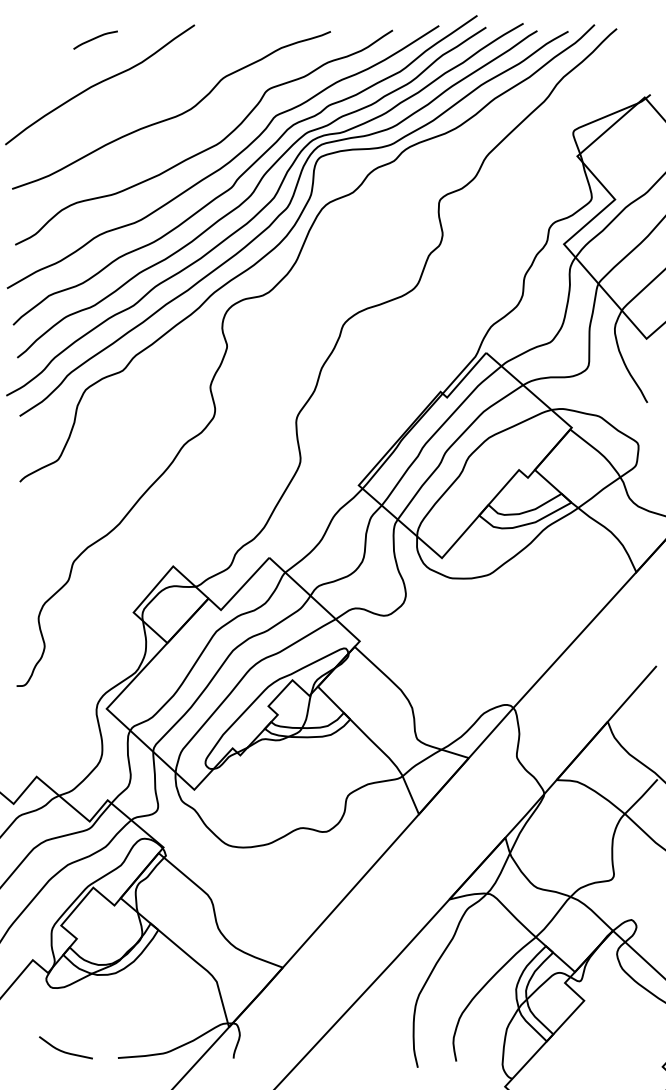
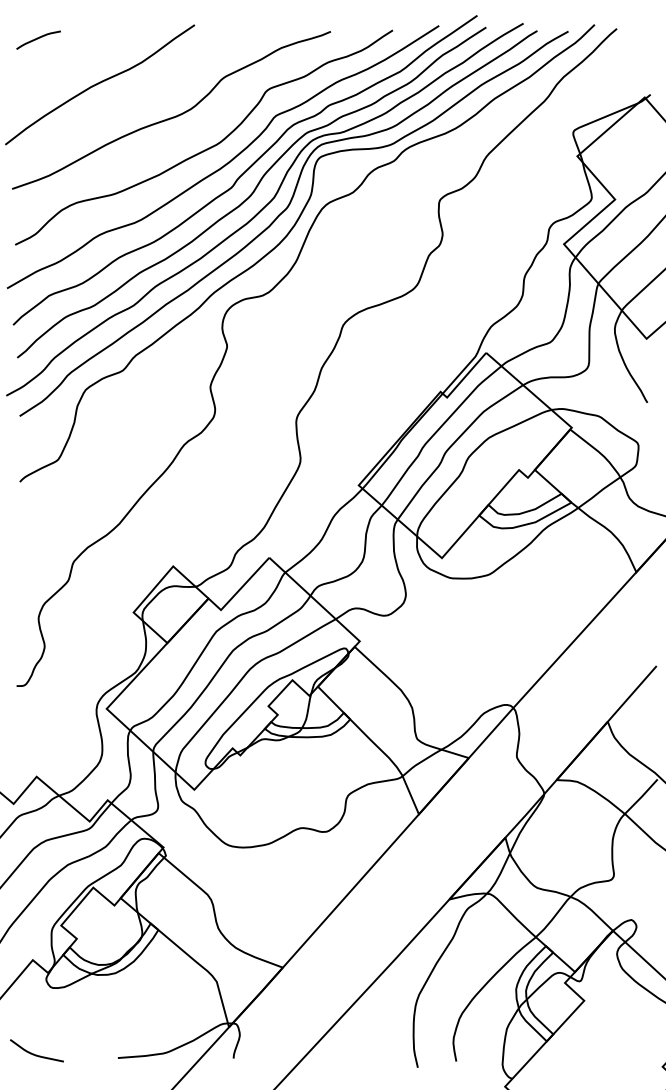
curve at (95, 39) position: (95, 39) -> (38, 39)
curve at (63, 1050) position: (63, 1050) -> (34, 1053)
